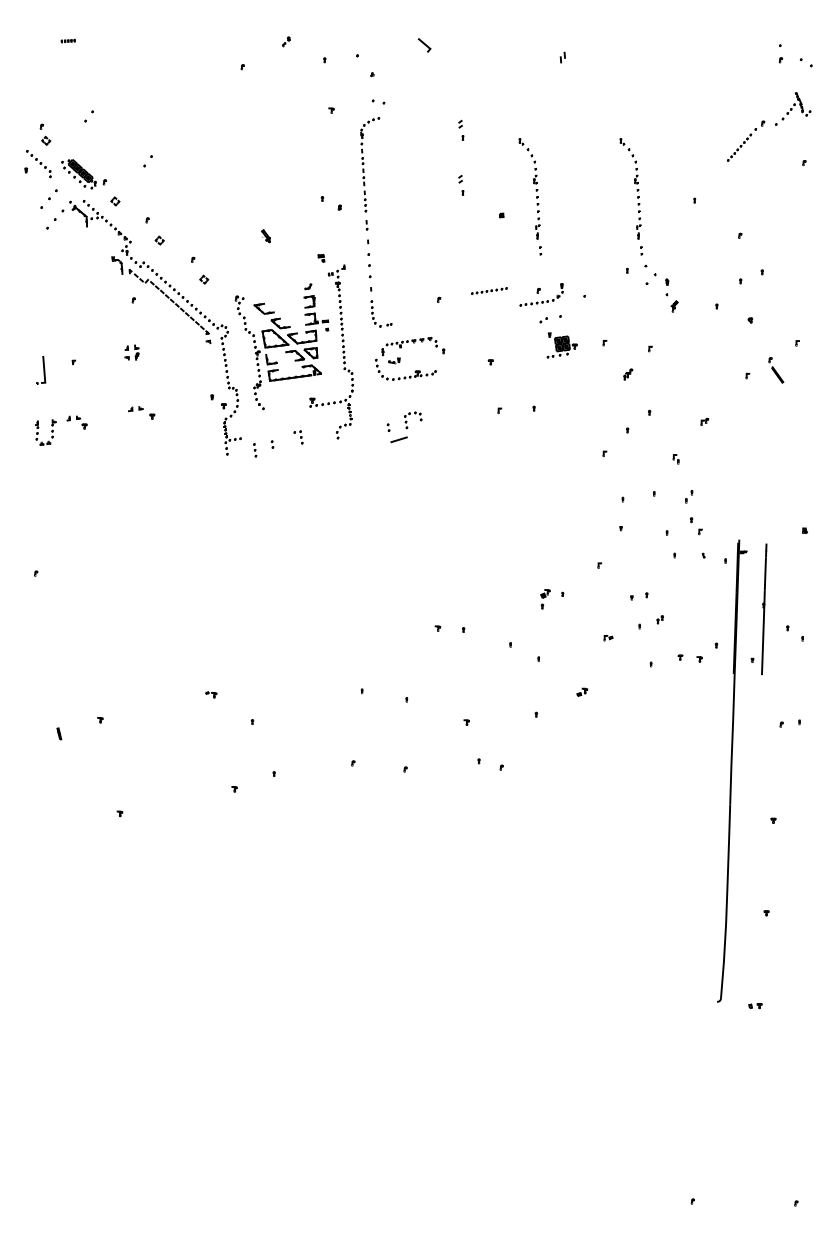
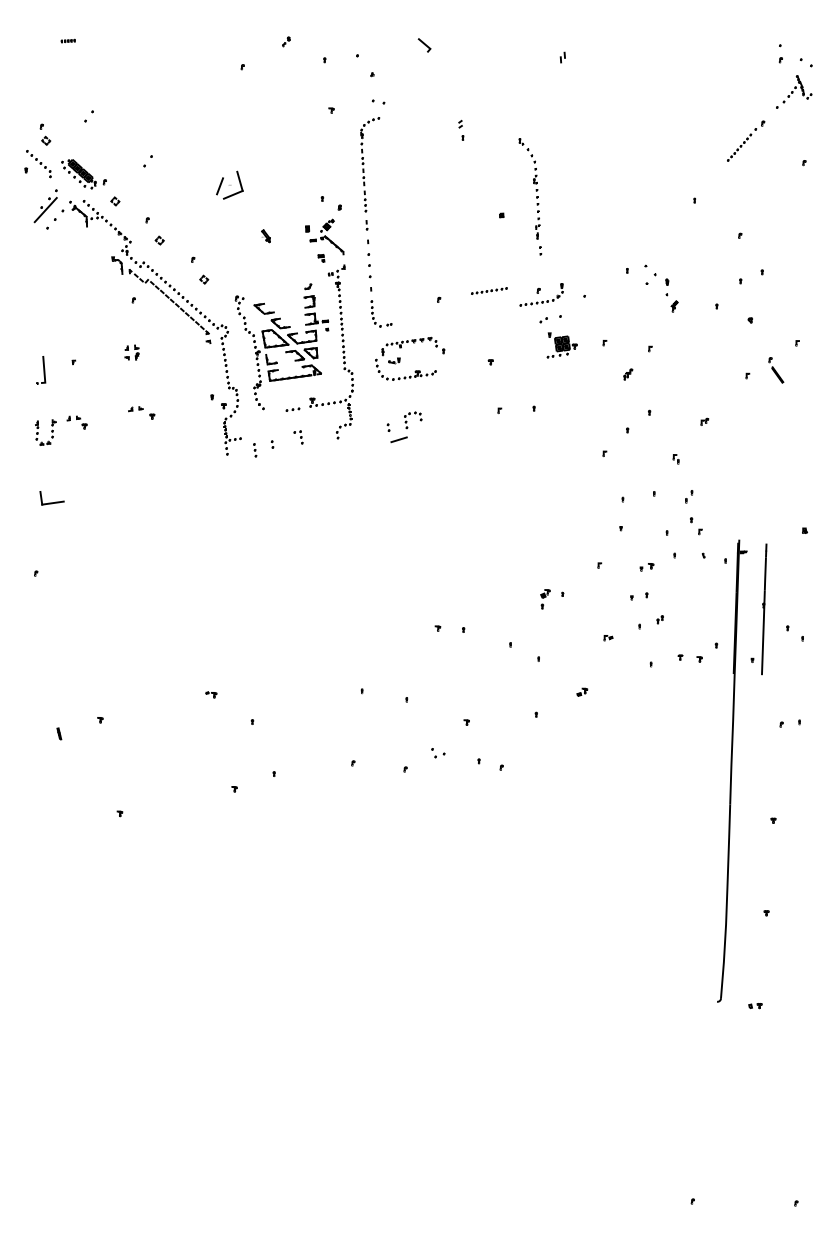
part at (793, 108) position: (793, 108) -> (794, 91)
part at (229, 184): none -> present
part at (461, 184): present -> none
part at (631, 196): present -> none
line at (45, 210): none -> present
part at (324, 236): none -> present
part at (292, 409): none -> present
part at (51, 498): none -> present
part at (646, 567): none -> present
part at (438, 753): none -> present
